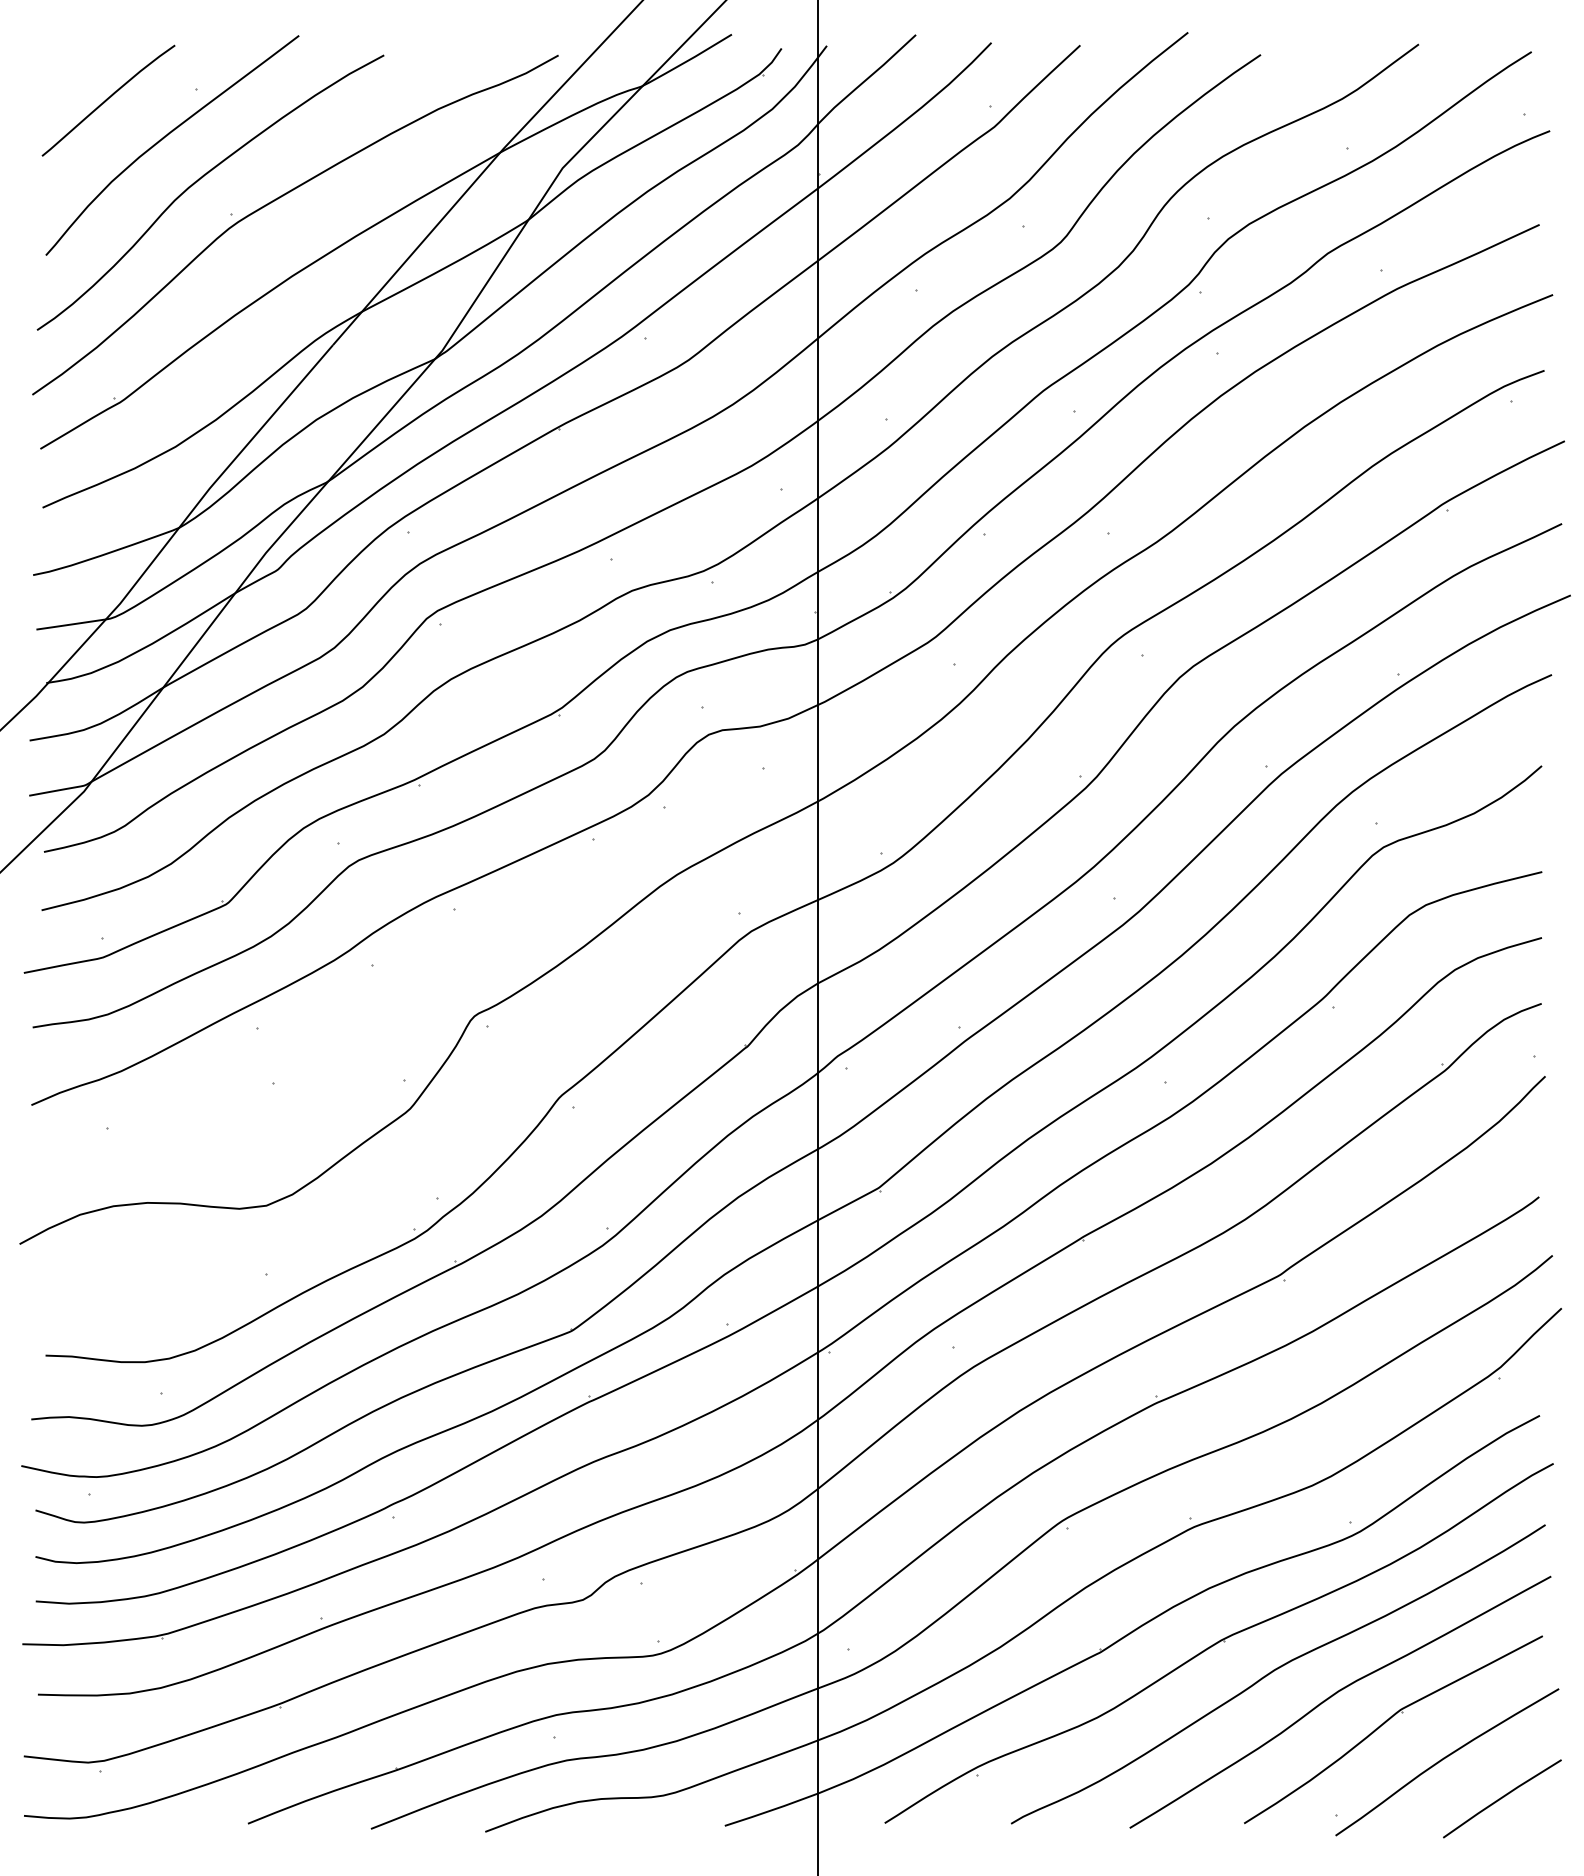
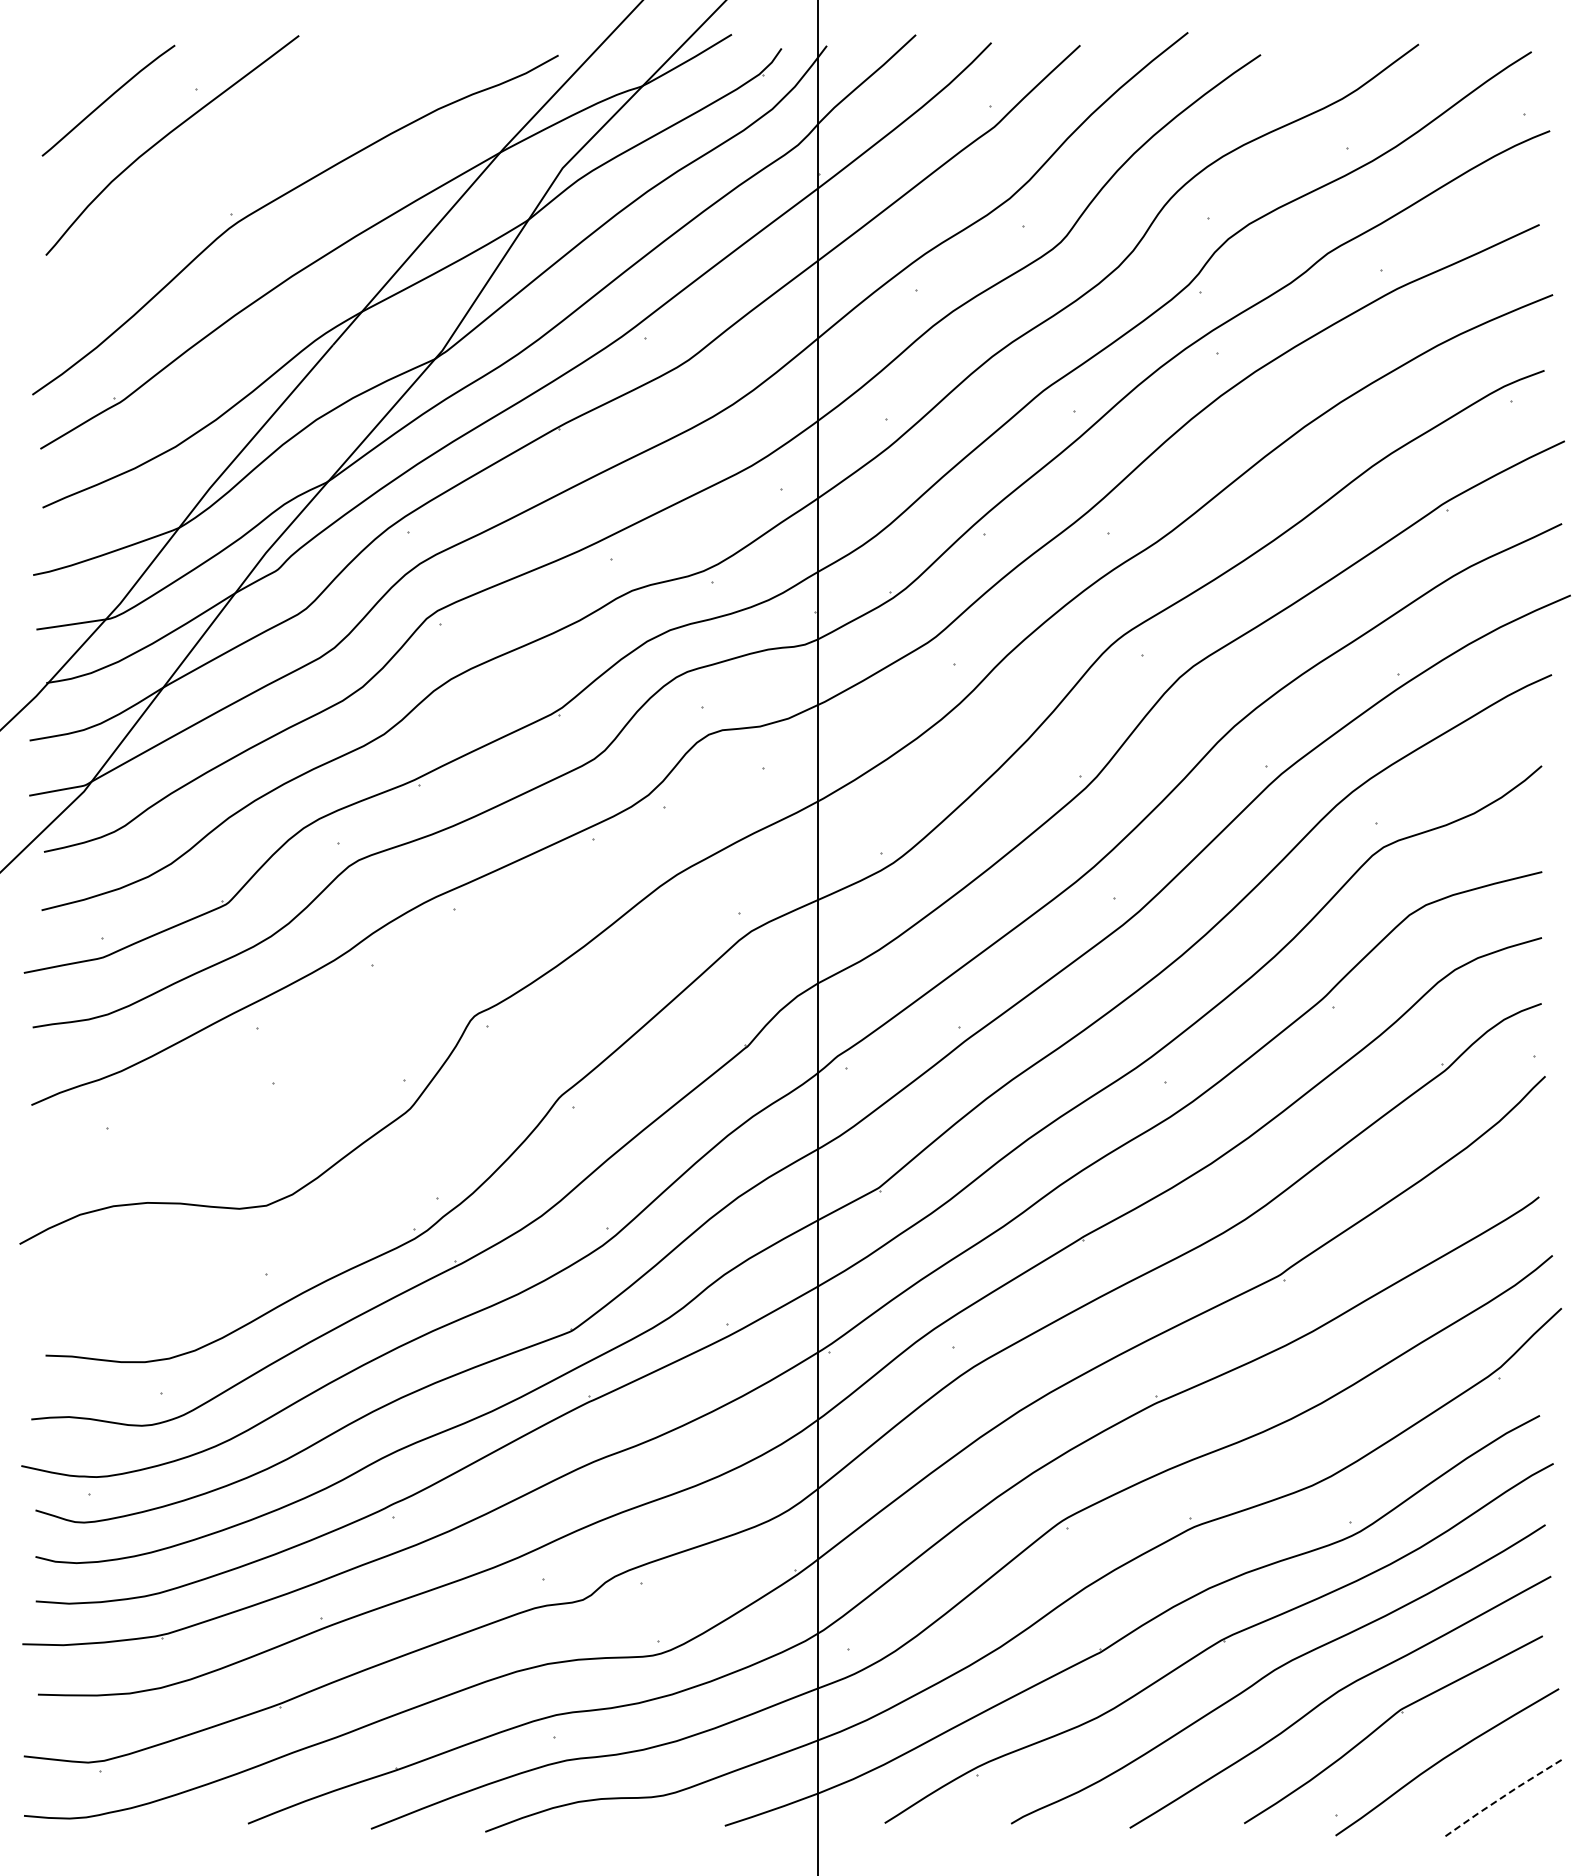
curve at (202, 178): present -> none
line at (1501, 1798): solid -> dashed
